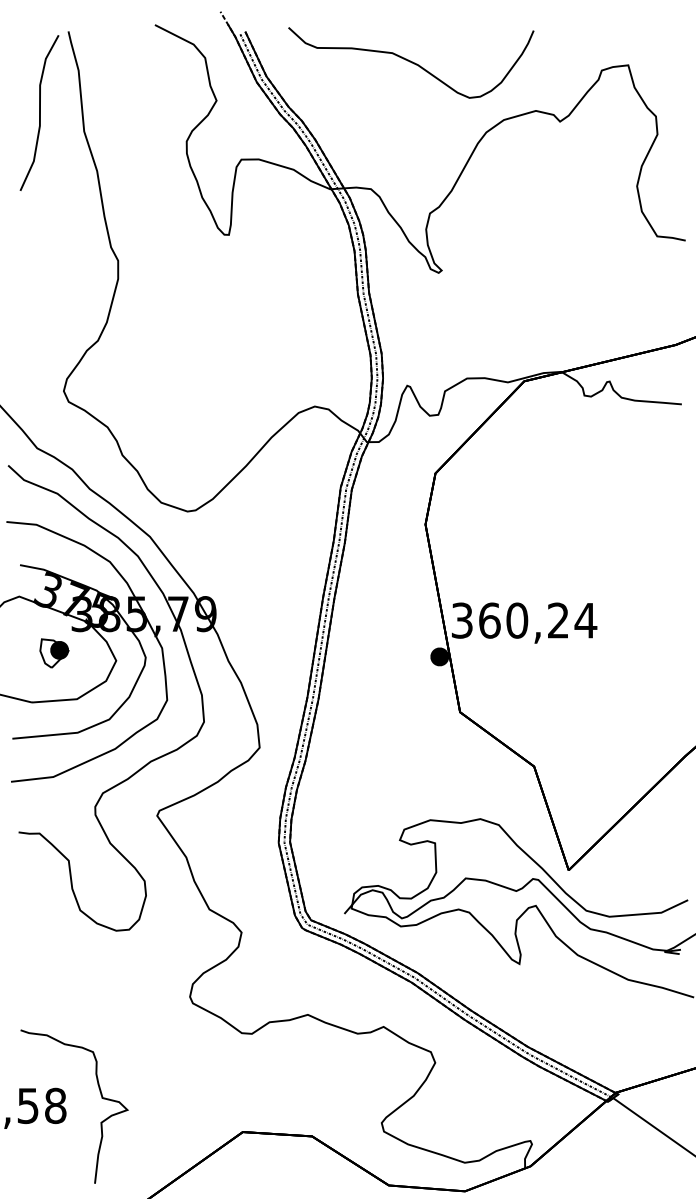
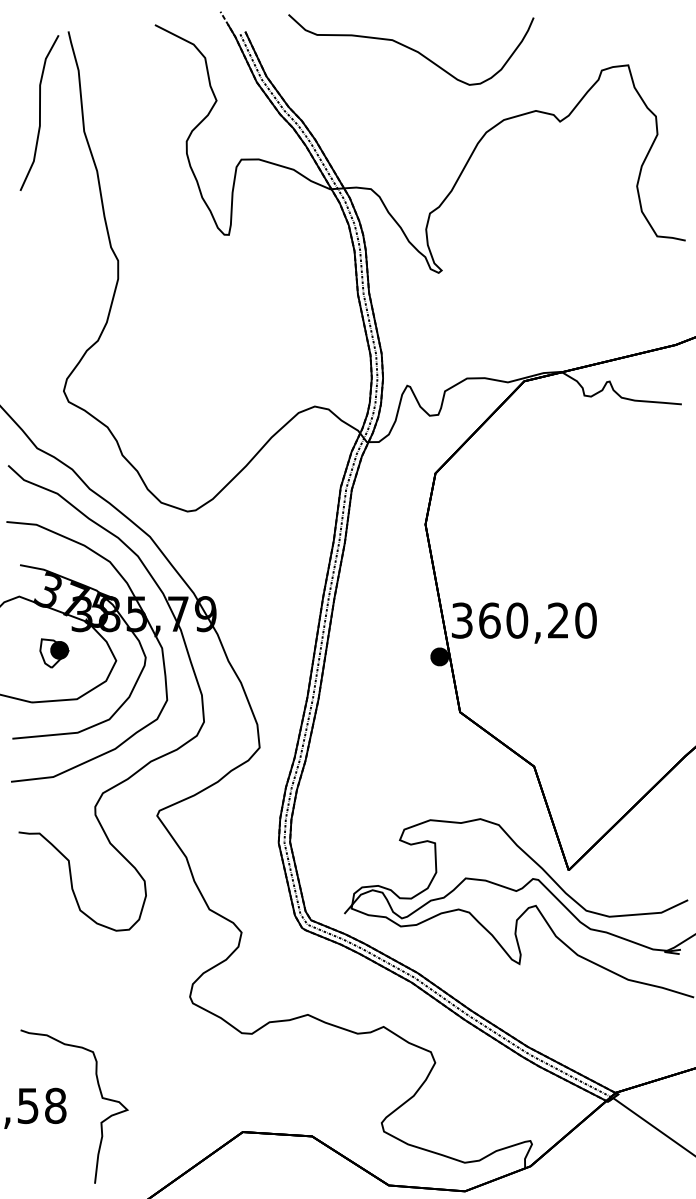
curve at (411, 62) position: (411, 62) -> (411, 49)
text at (585, 620): 360,24 -> 360,20
